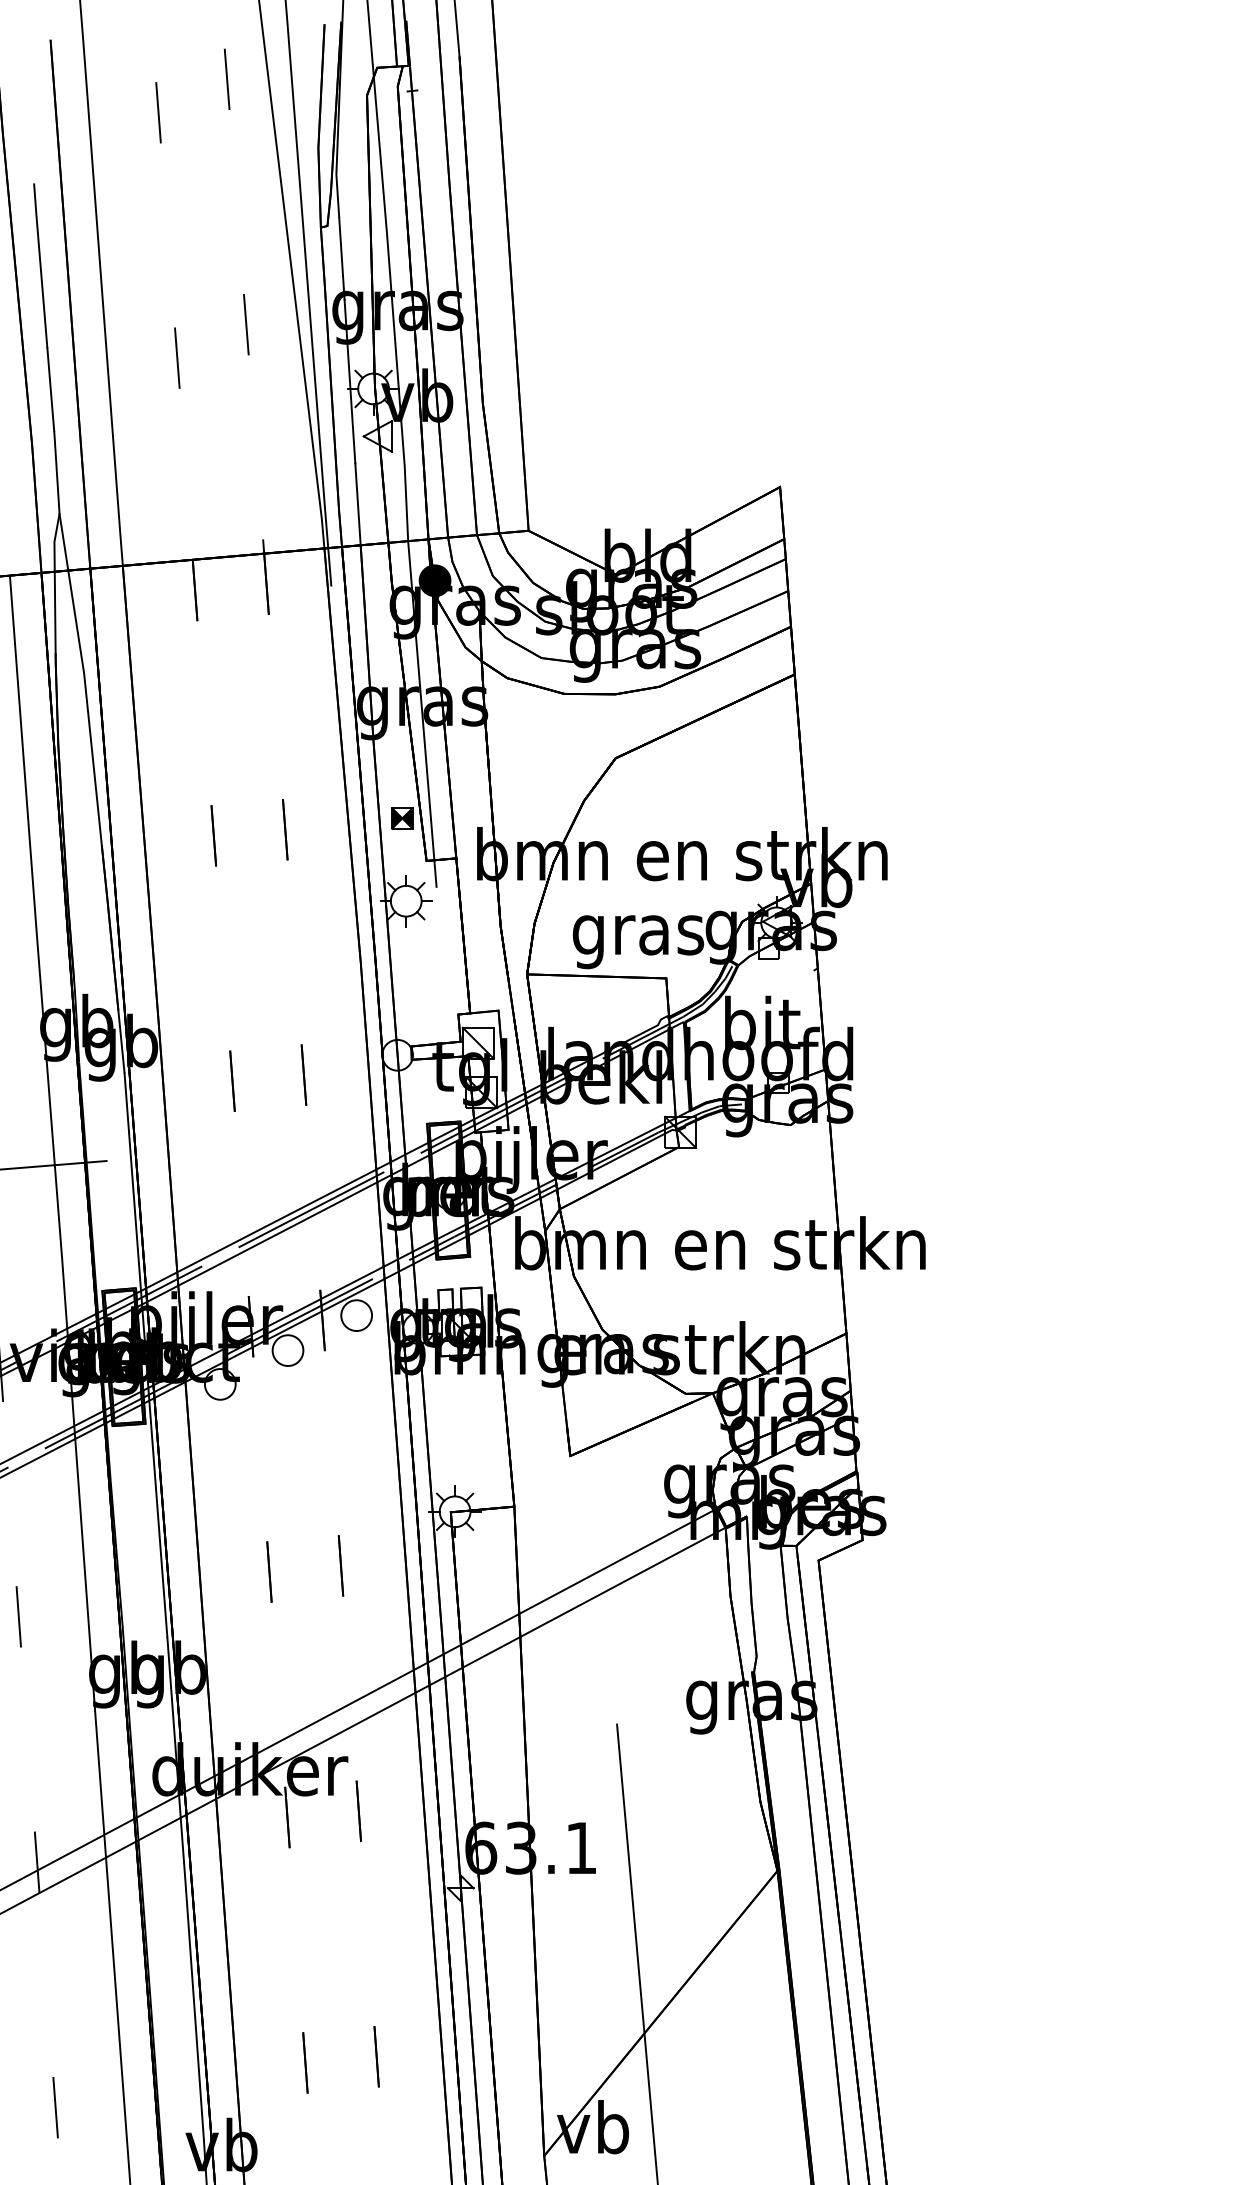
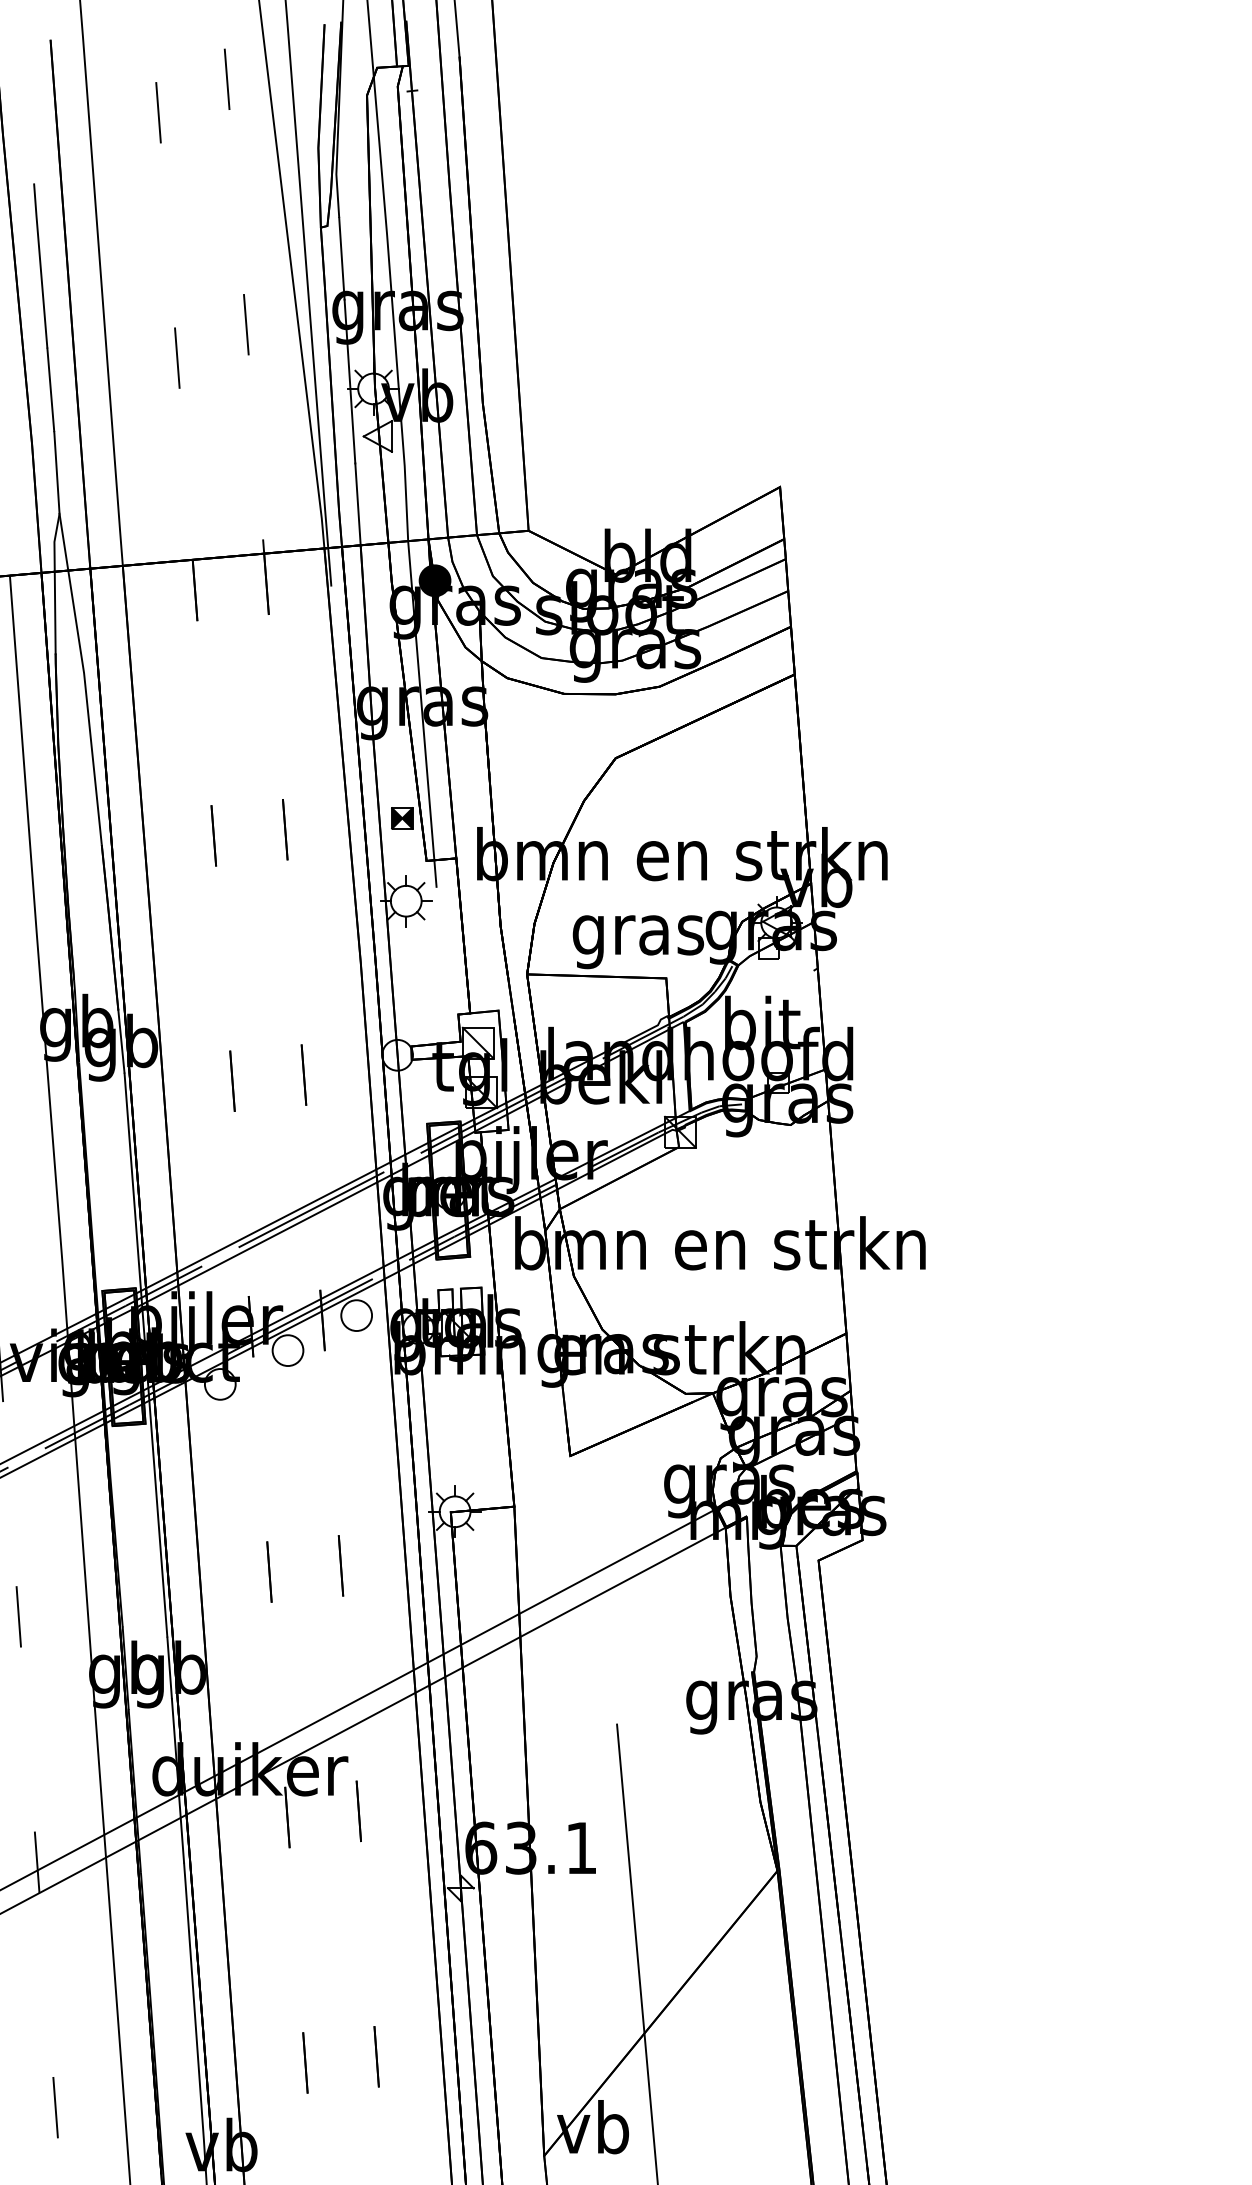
line at (54, 1165): present -> none
